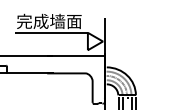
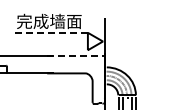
line at (51, 32): solid -> dashed
line at (75, 56): solid -> dashed
